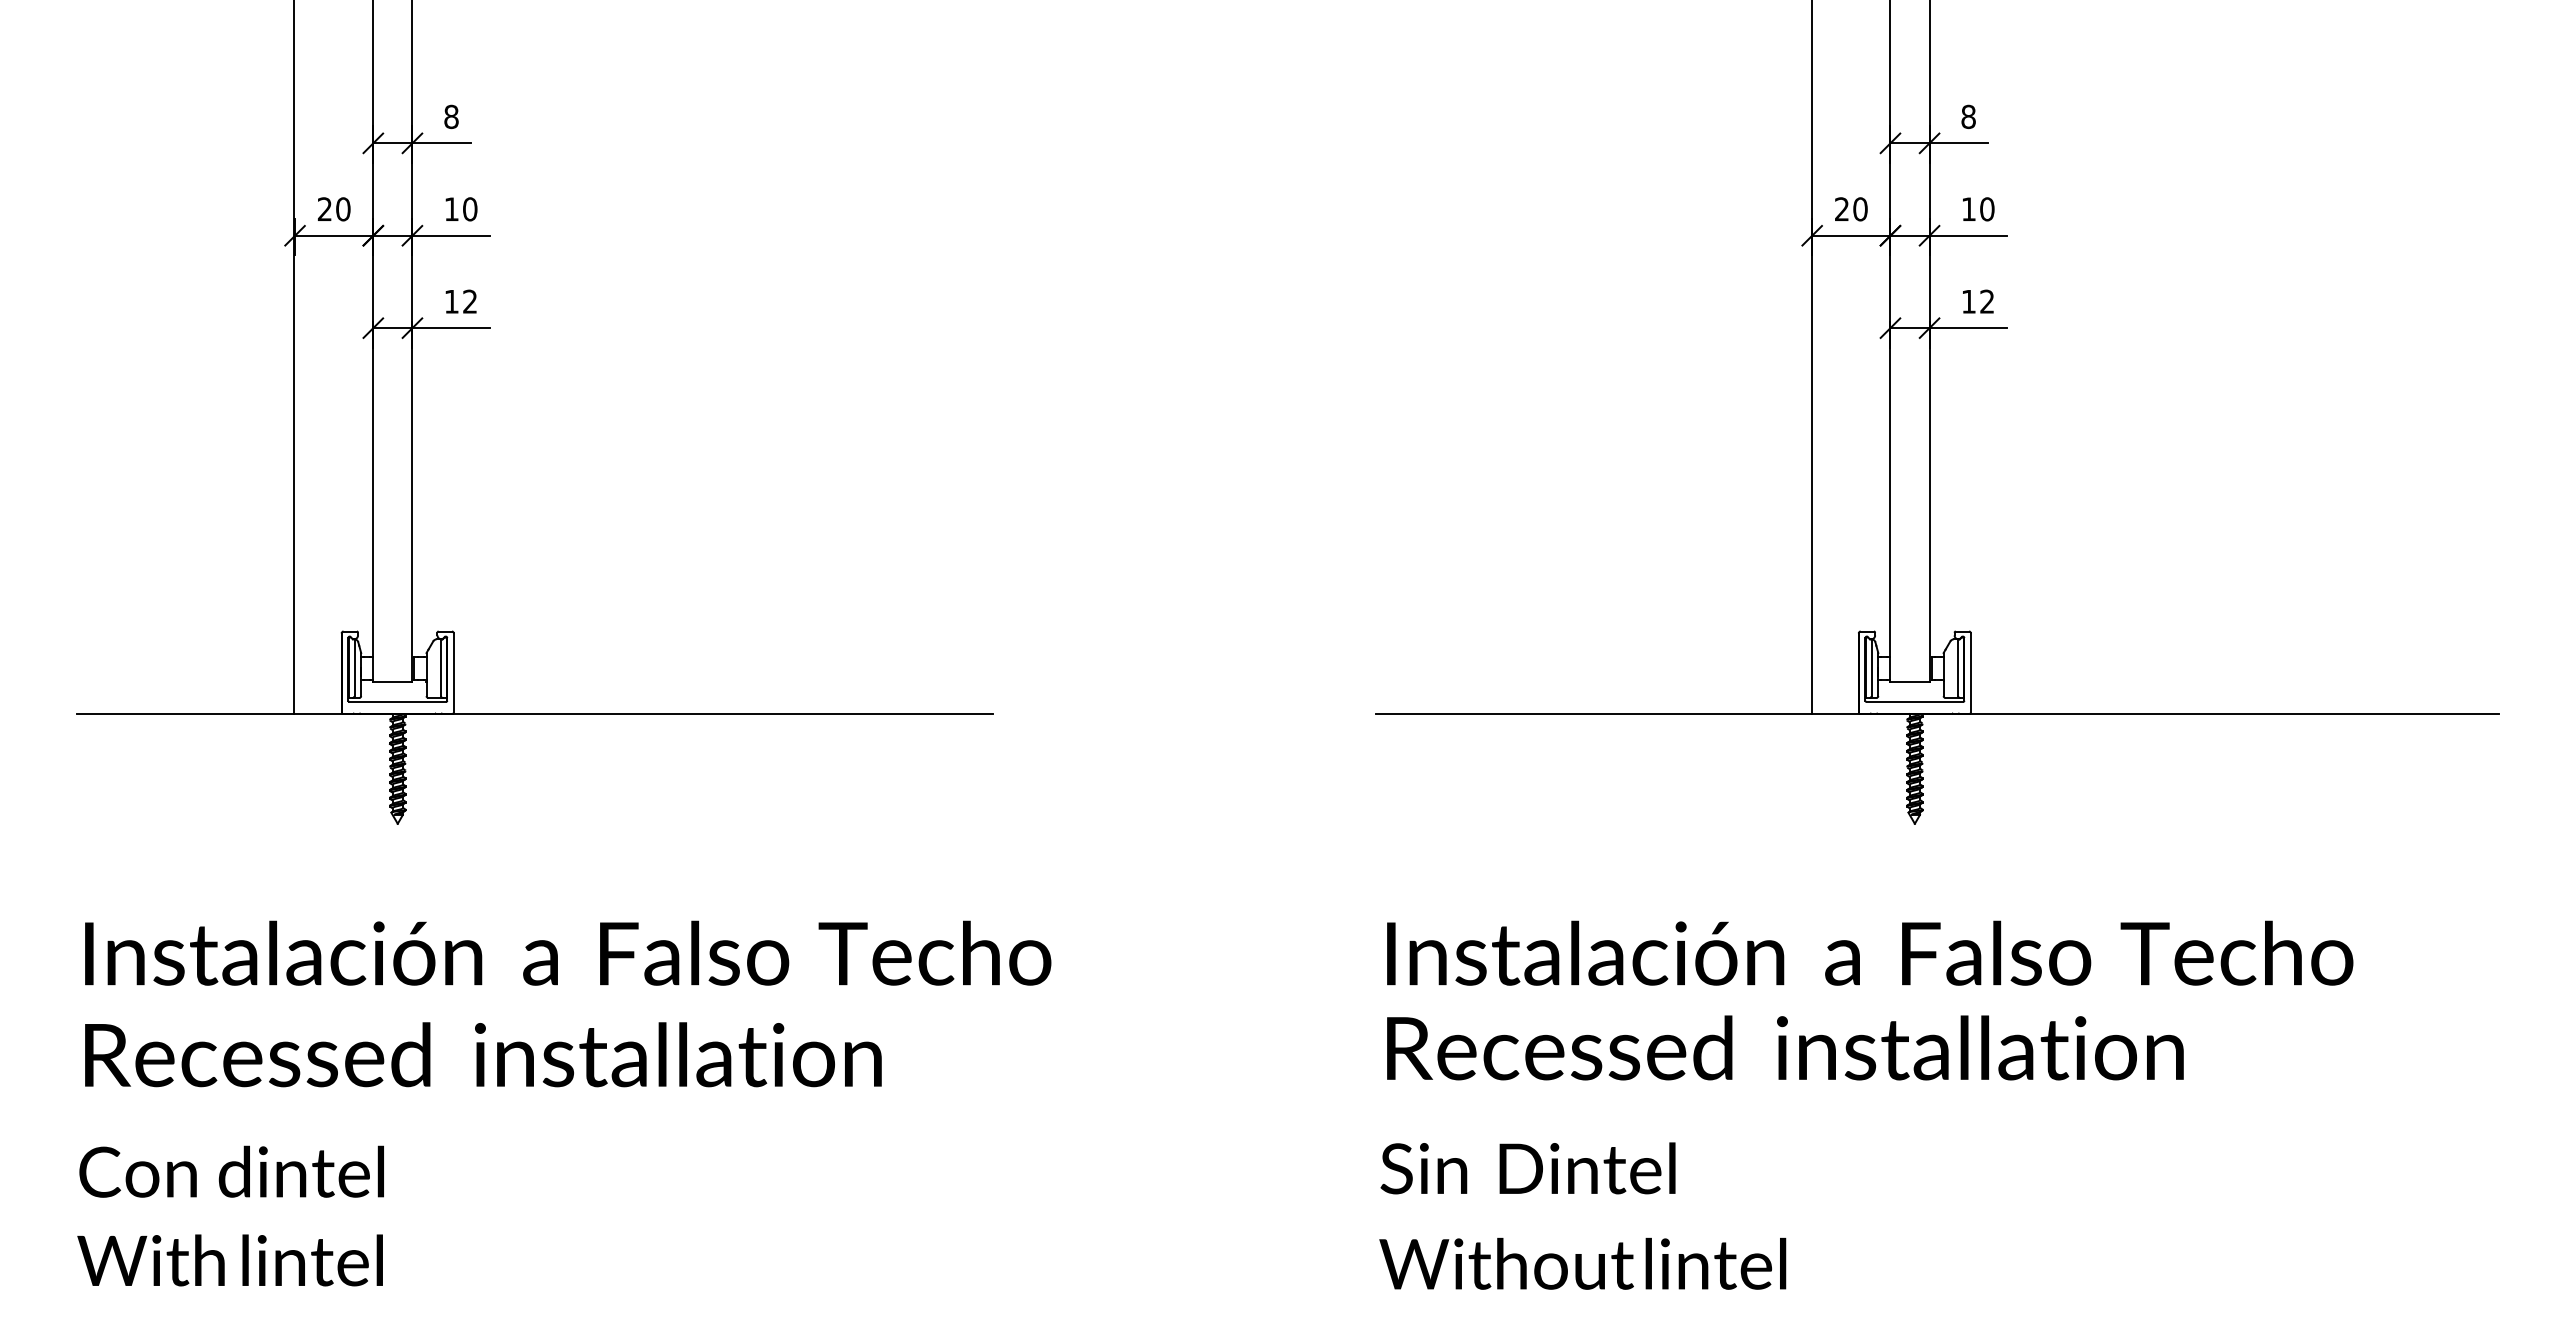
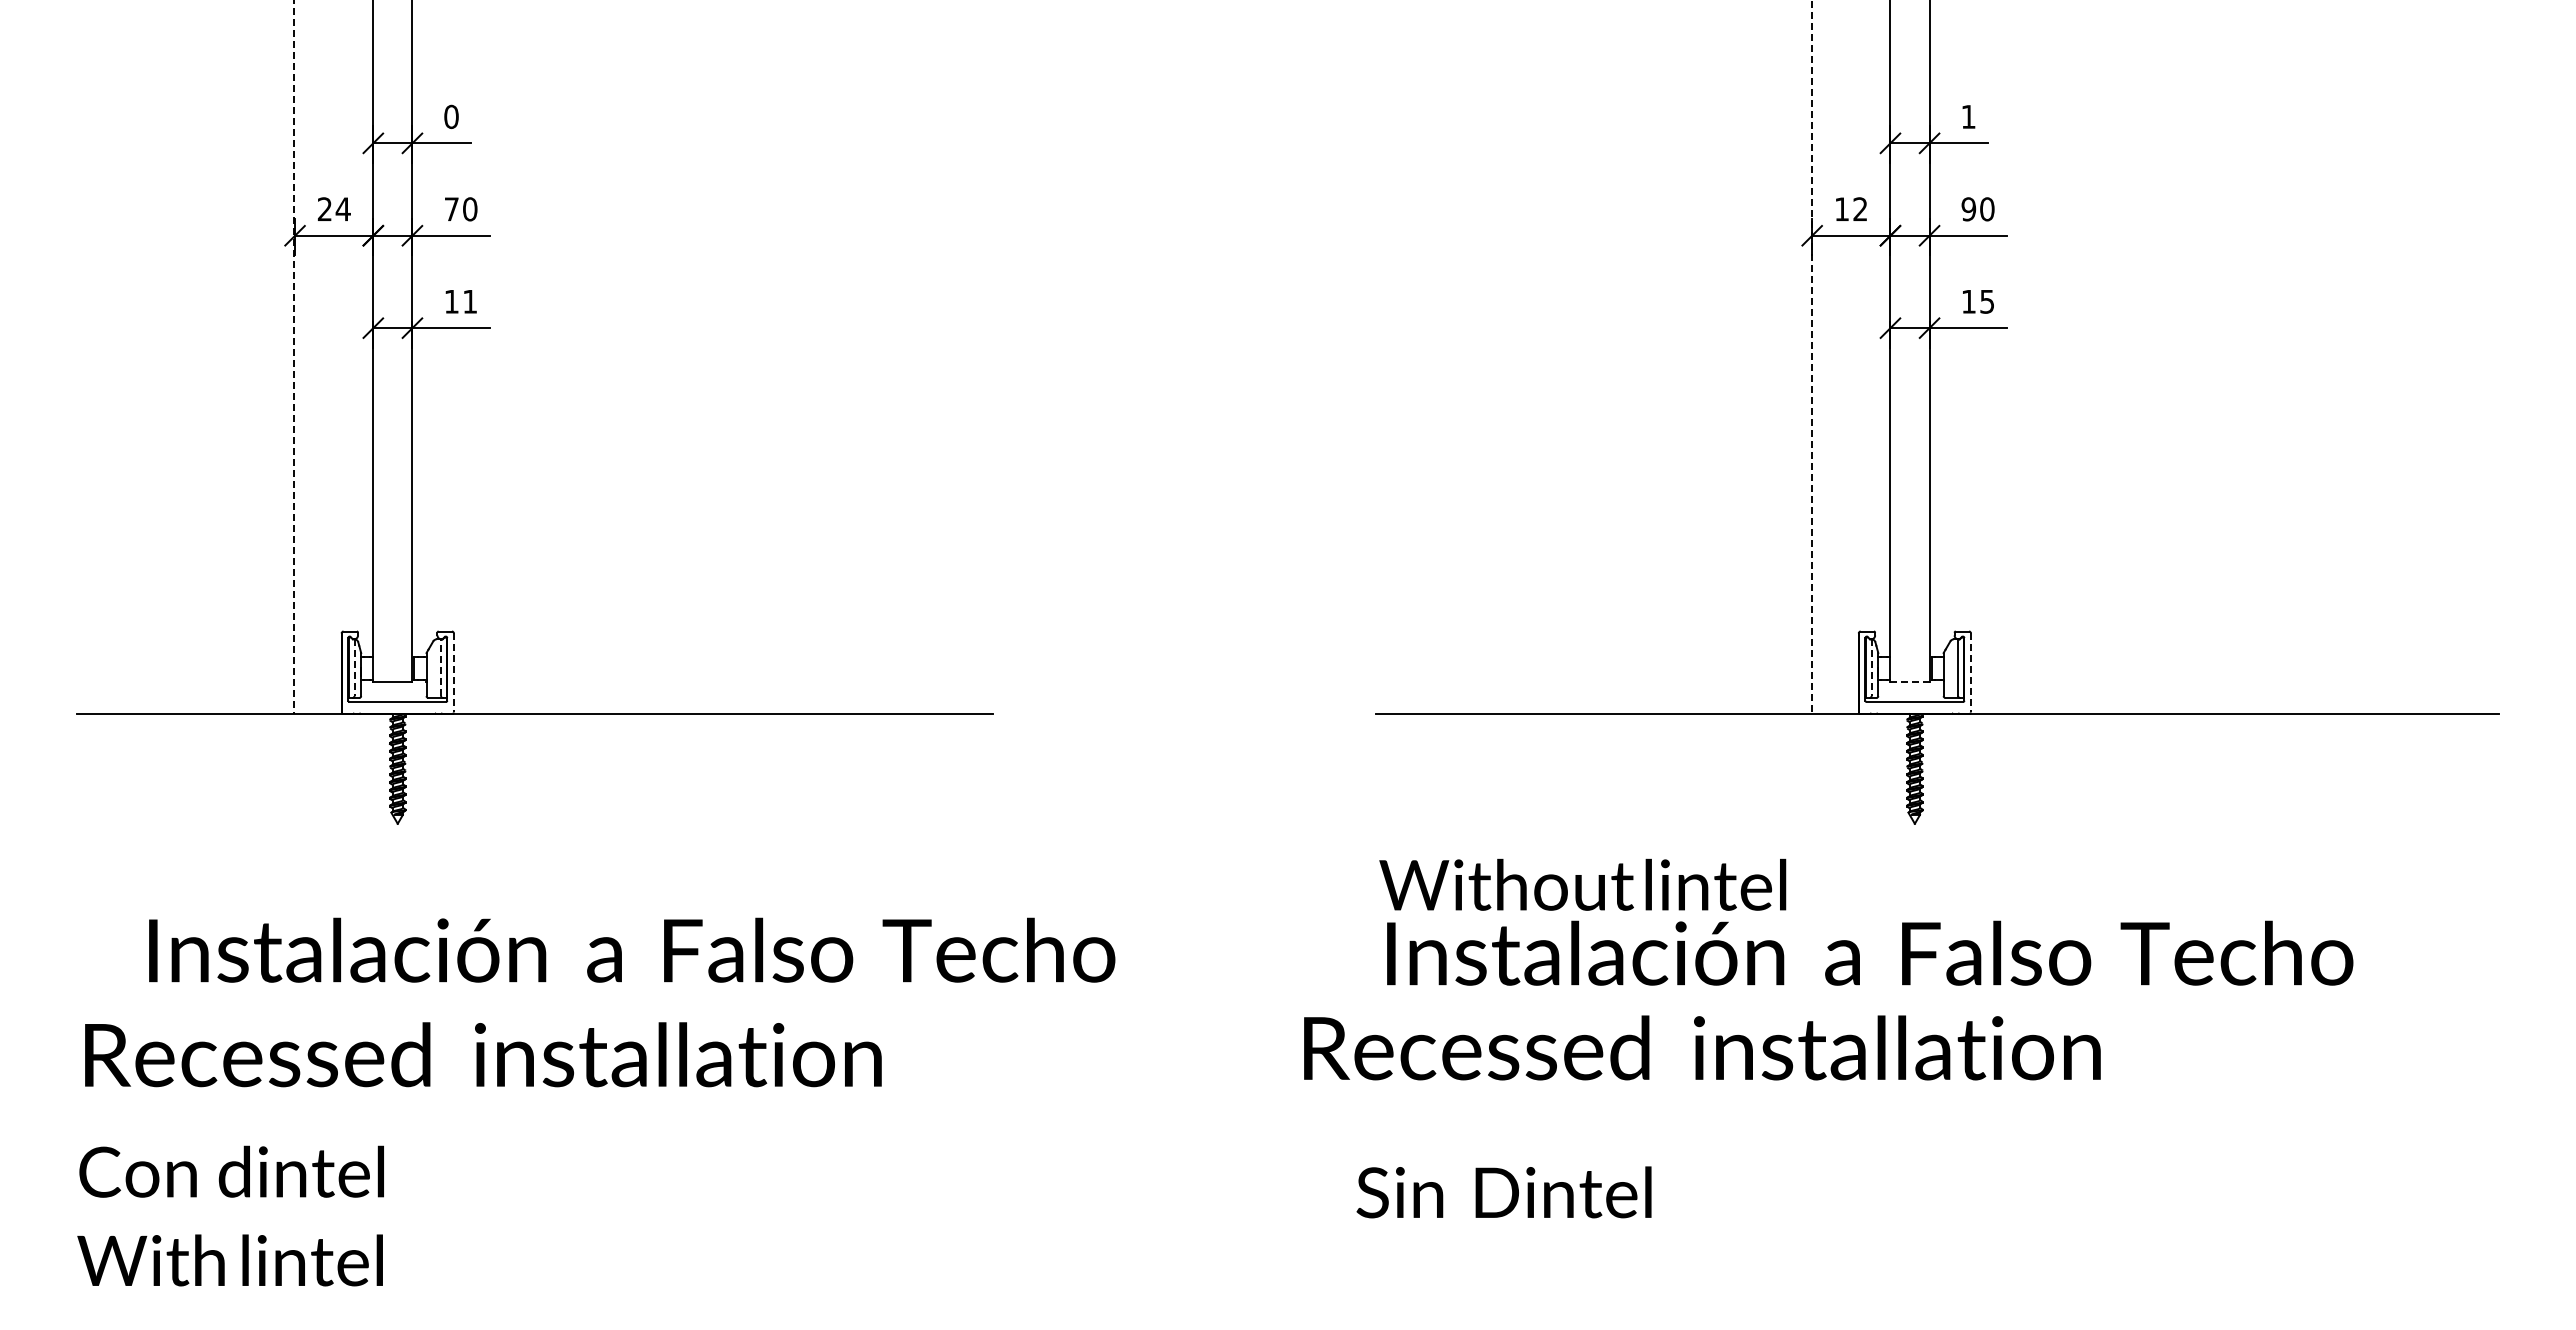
text at (451, 116): 8 -> 0
text at (1968, 116): 8 -> 1
text at (451, 208): 10 -> 70
text at (342, 209): 20 -> 24
text at (1851, 209): 20 -> 12
text at (1968, 209): 10 -> 90
text at (469, 301): 12 -> 11
text at (1986, 301): 12 -> 15
line at (294, 356): solid -> dashed
line at (1812, 356): solid -> dashed
line at (441, 667): solid -> dashed
line at (354, 668): solid -> dashed
line at (1871, 668): solid -> dashed
line at (453, 672): solid -> dashed
line at (1971, 672): solid -> dashed
line at (1910, 682): solid -> dashed
text at (568, 952) position: (568, 952) -> (632, 949)
text at (1785, 1047) position: (1785, 1047) -> (1702, 1047)
text at (1527, 1168) position: (1527, 1168) -> (1503, 1192)
text at (1582, 1263) position: (1582, 1263) -> (1582, 884)
